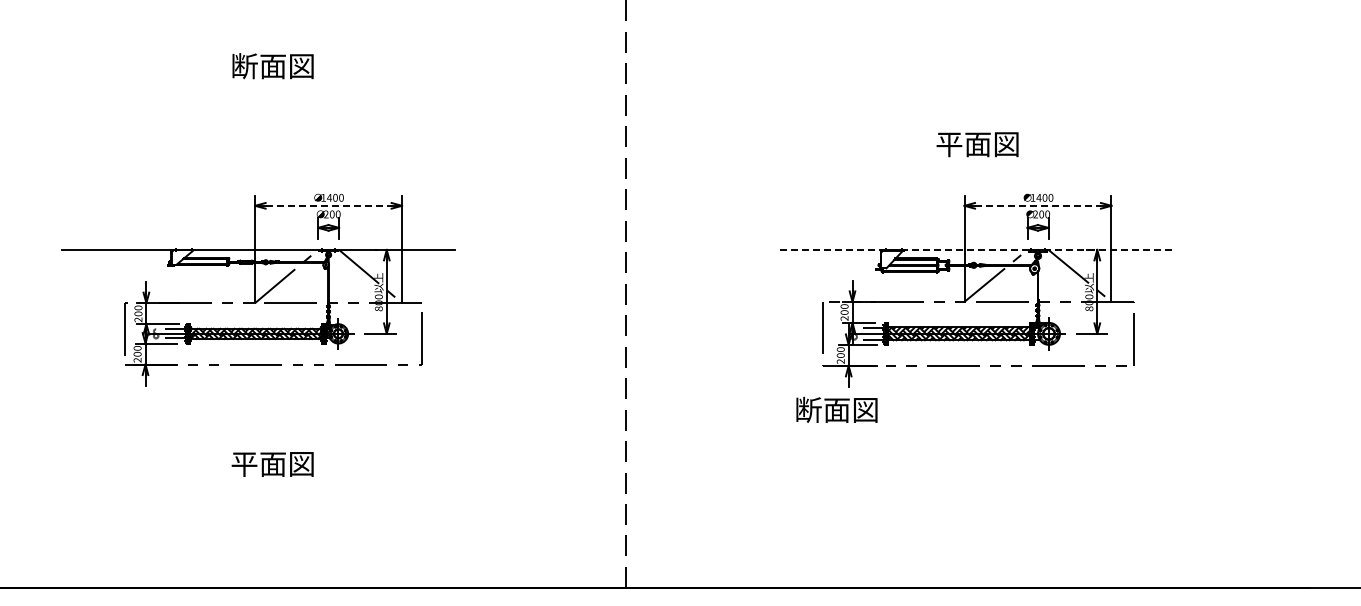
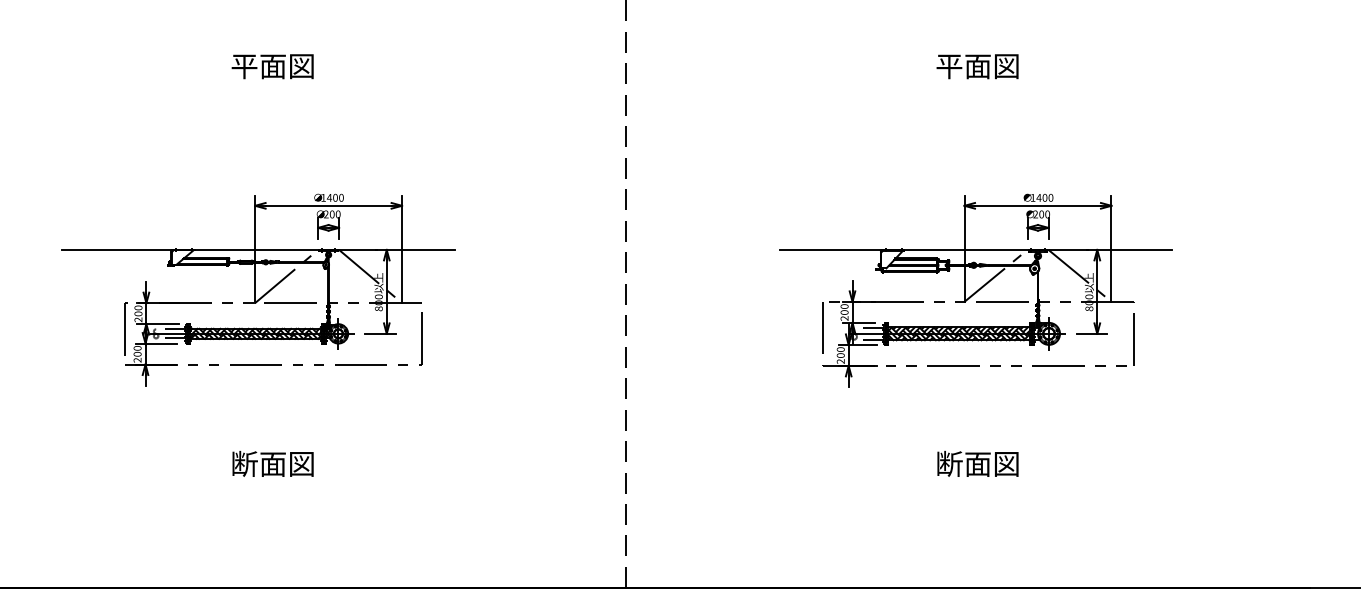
text at (244, 66): 断面図 -> 平面図
text at (977, 144) position: (977, 144) -> (977, 66)
line at (328, 205): dashed -> solid
line at (1037, 205): dashed -> solid
line at (976, 249): dashed -> solid
text at (836, 409) position: (836, 409) -> (977, 463)
text at (244, 463): 平面図 -> 断面図
